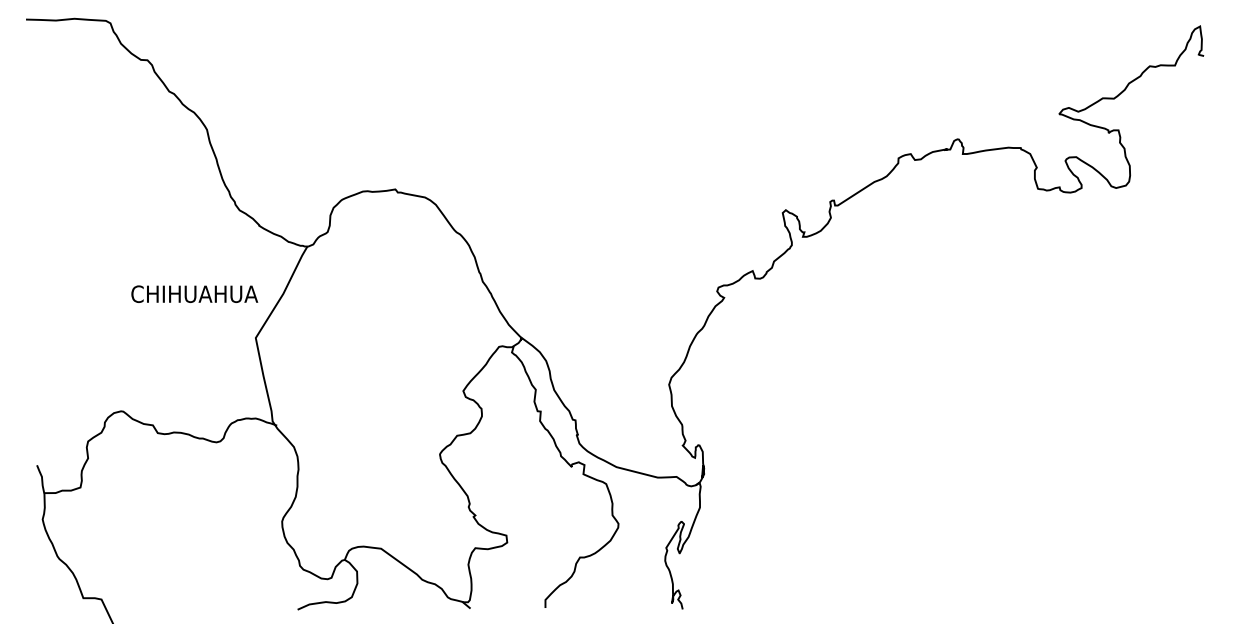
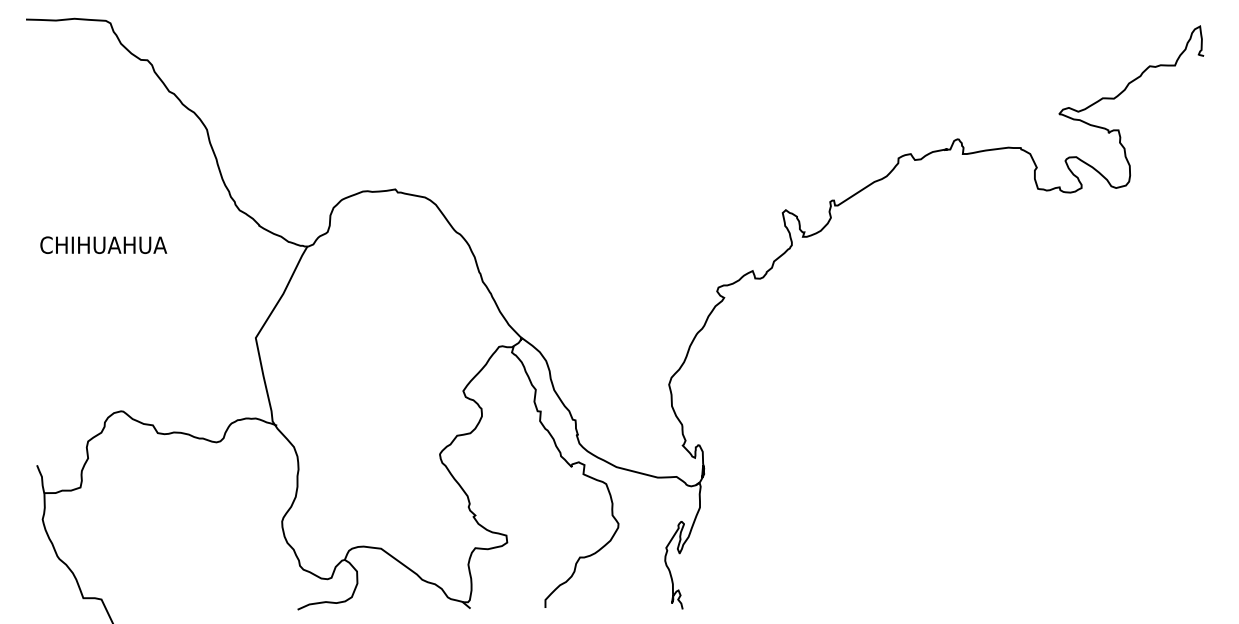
text at (194, 293) position: (194, 293) -> (103, 244)
